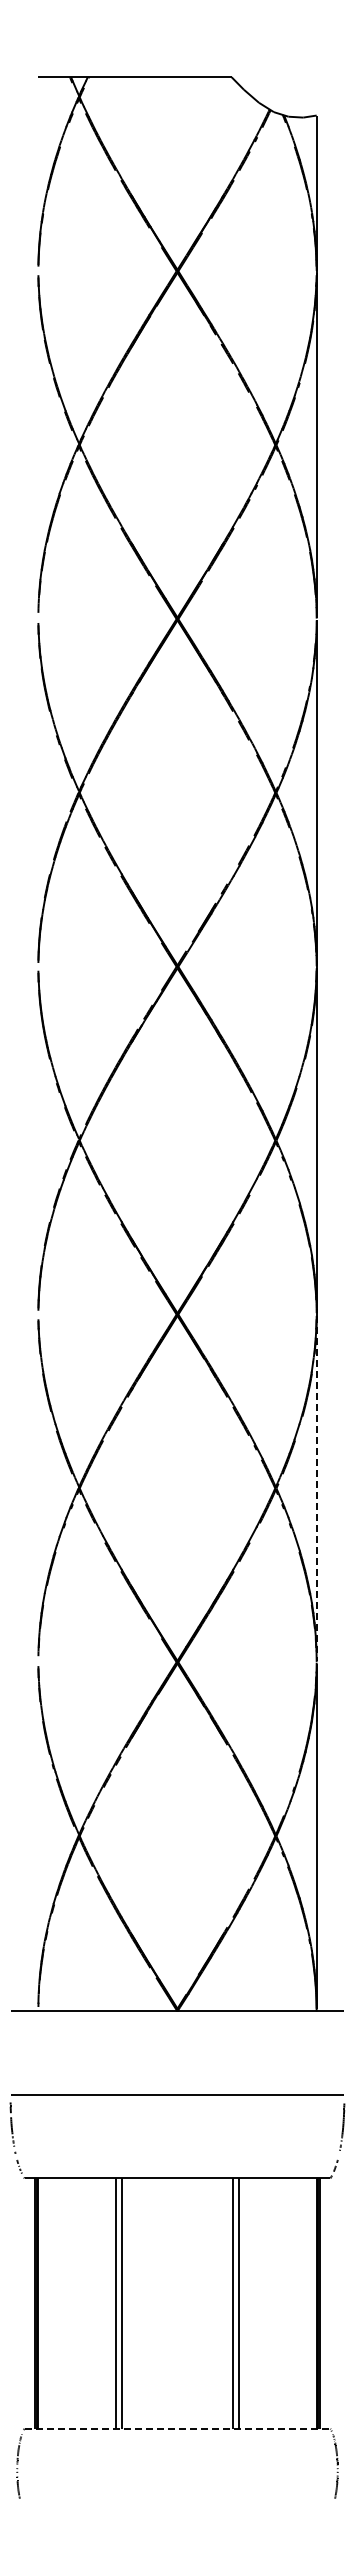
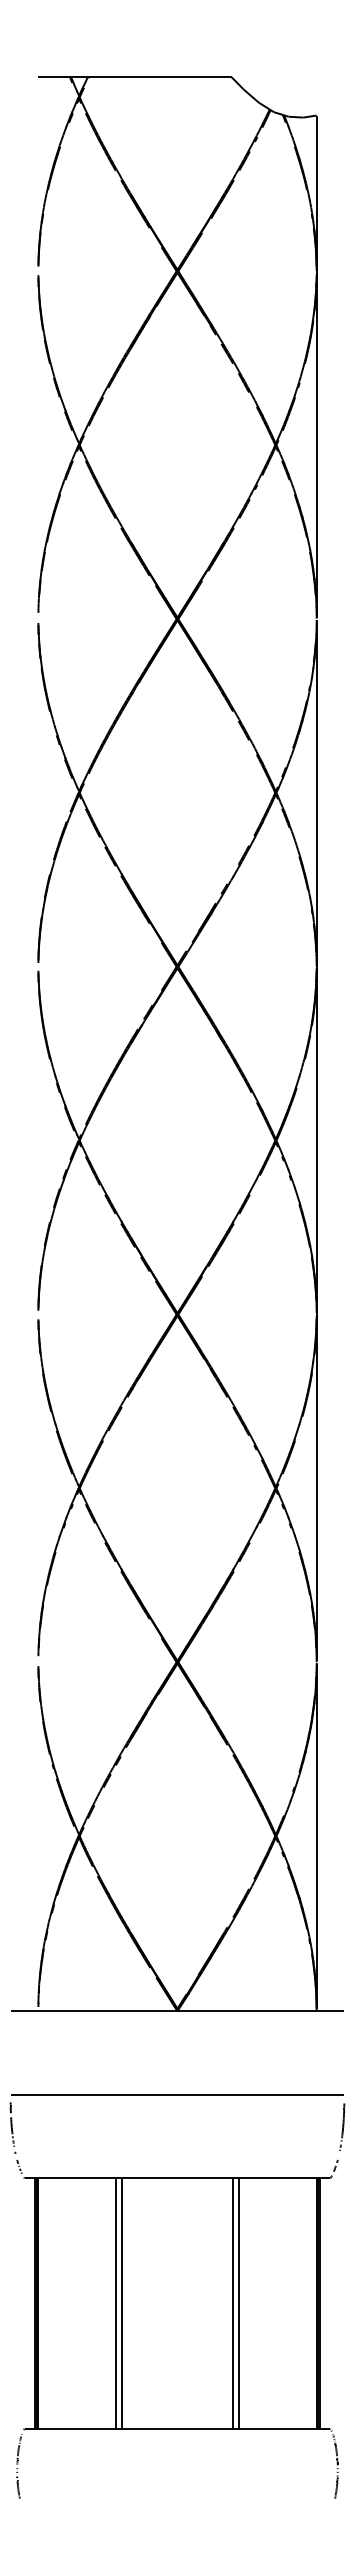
line at (316, 1488): dashed -> solid
line at (177, 2428): dashed -> solid
